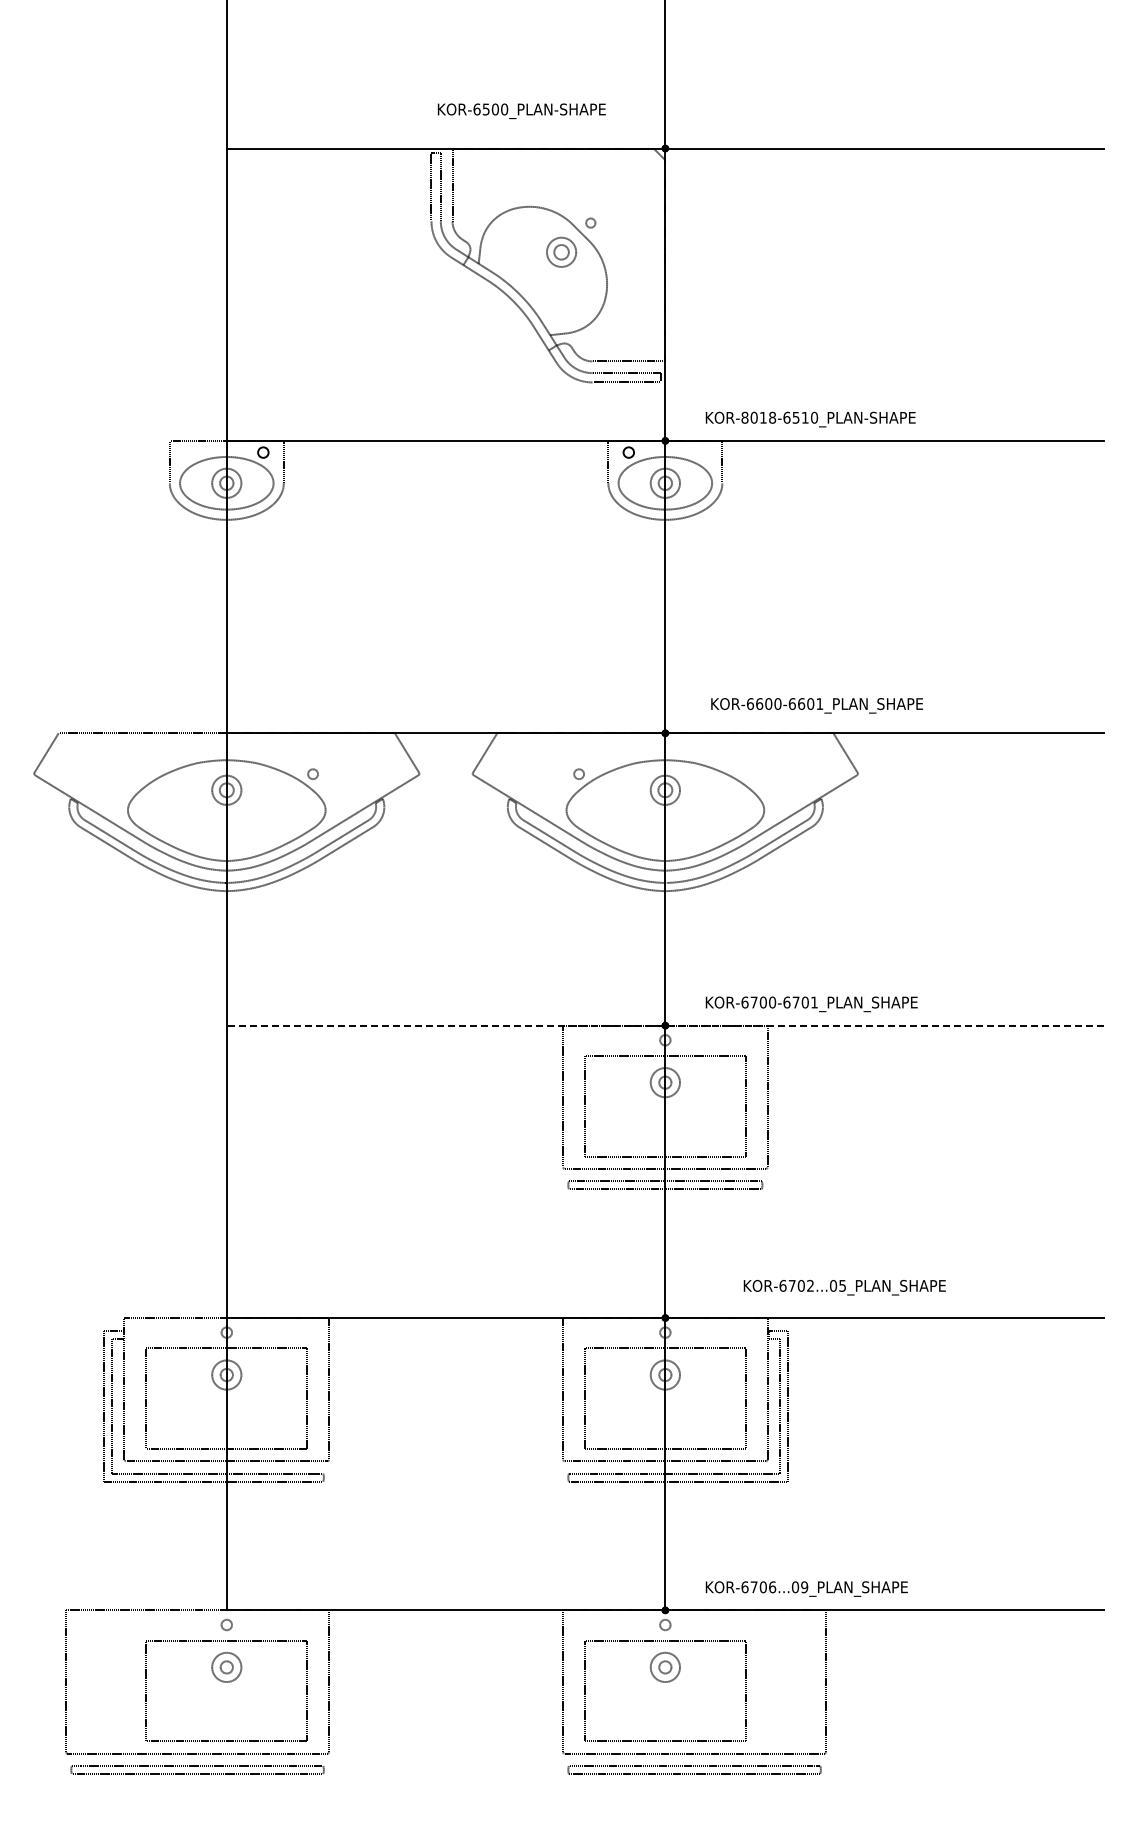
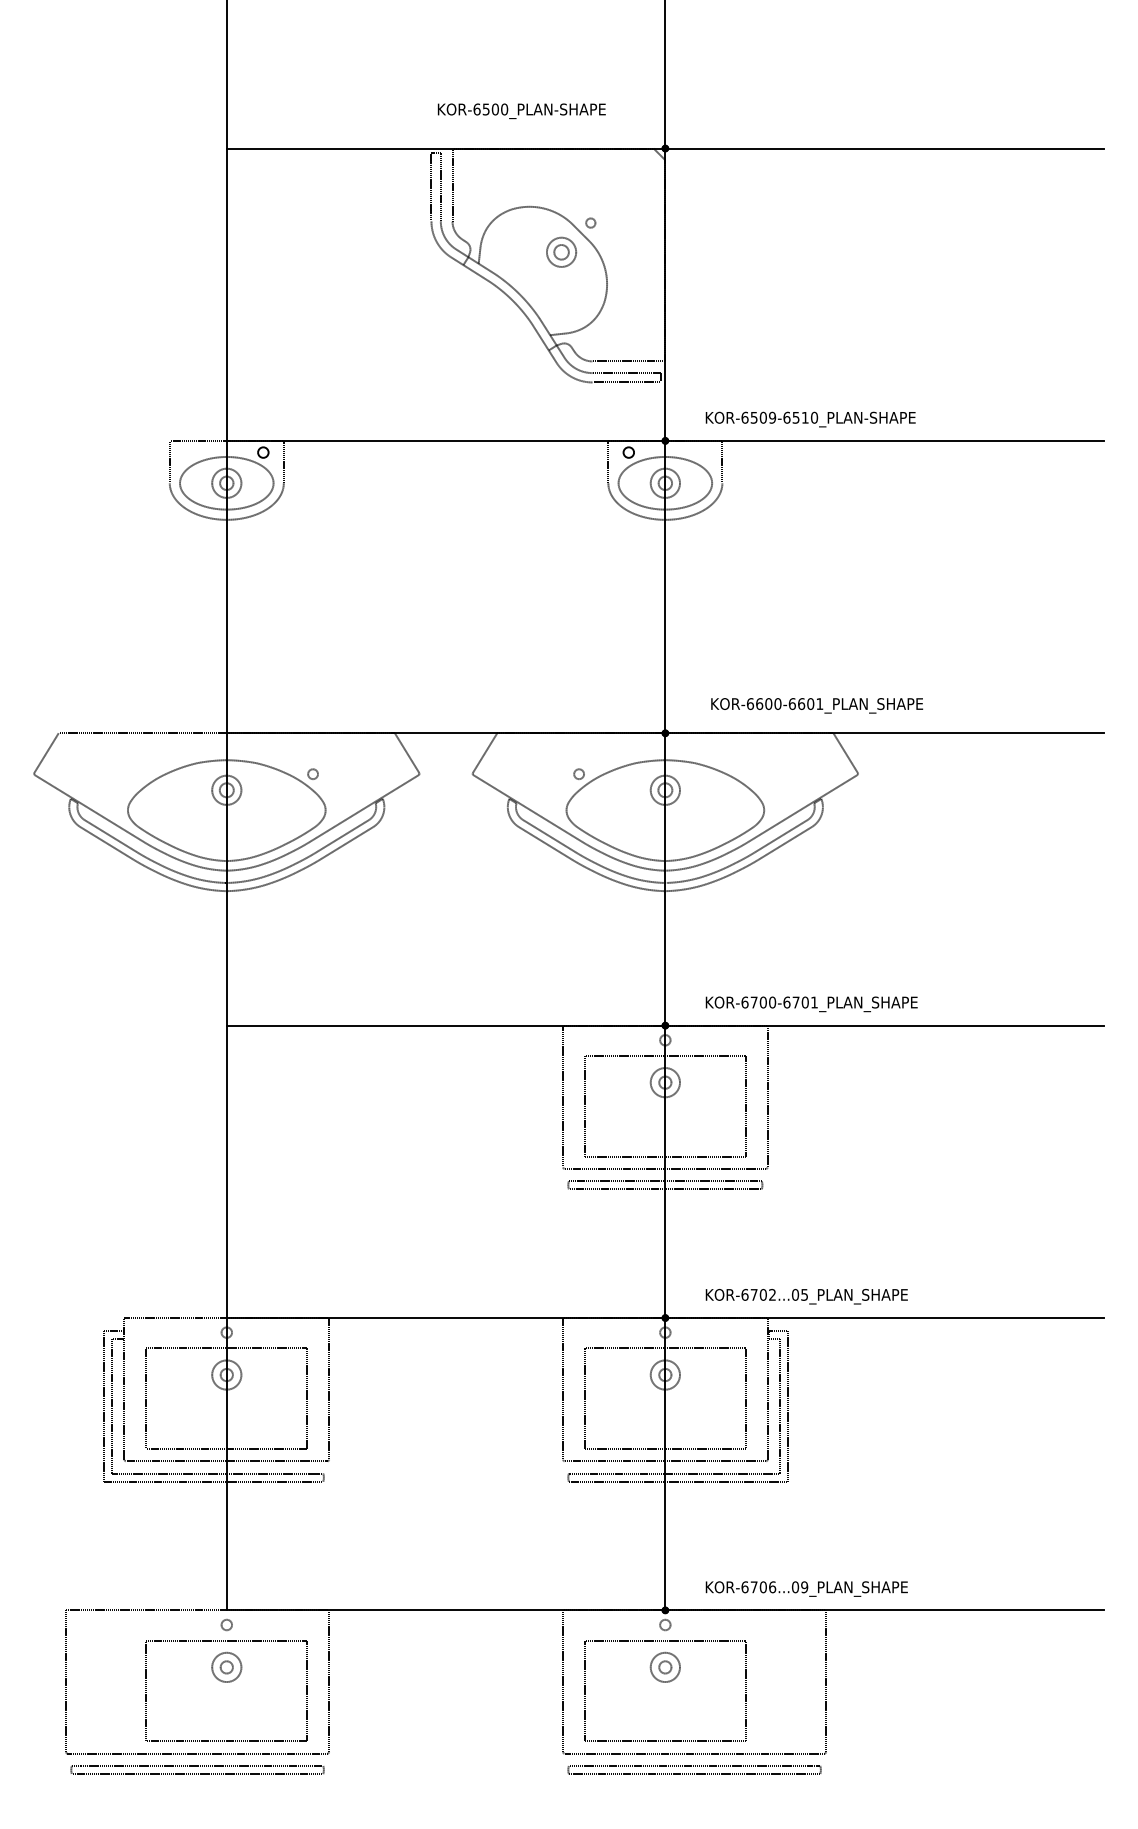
text at (758, 417): KOR-8018-6510_PLAN-SHAPE -> KOR-6509-6510_PLAN-SHAPE
line at (665, 1025): dashed -> solid
text at (844, 1287) position: (844, 1287) -> (806, 1296)
